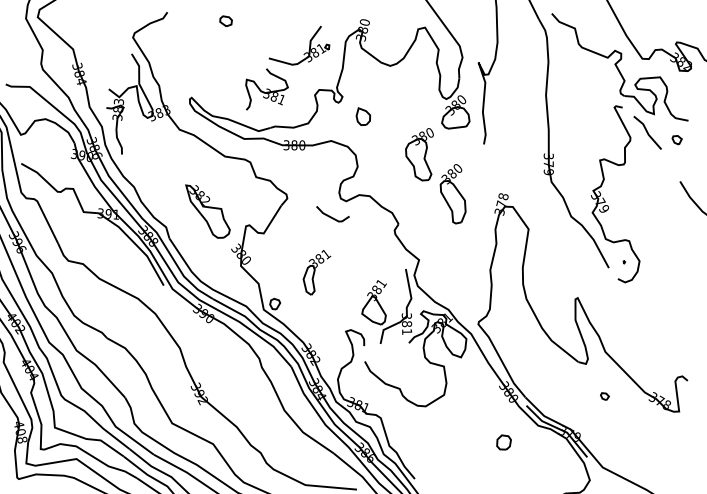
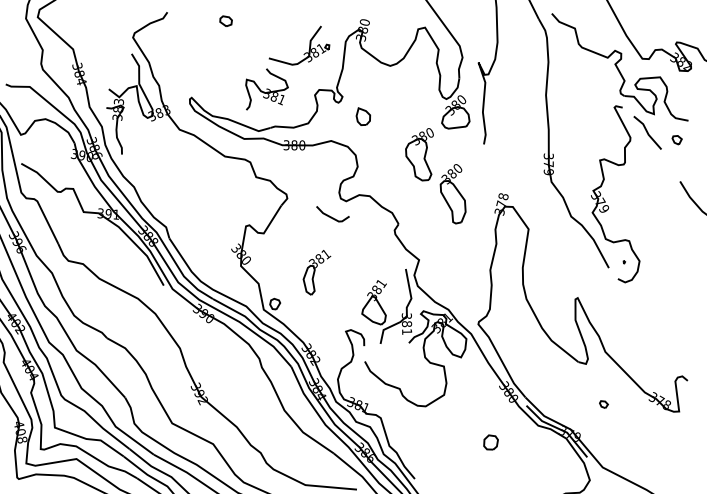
part at (207, 211): present -> none
curve at (604, 394) position: (604, 394) -> (603, 402)
curve at (500, 438) position: (500, 438) -> (487, 438)
